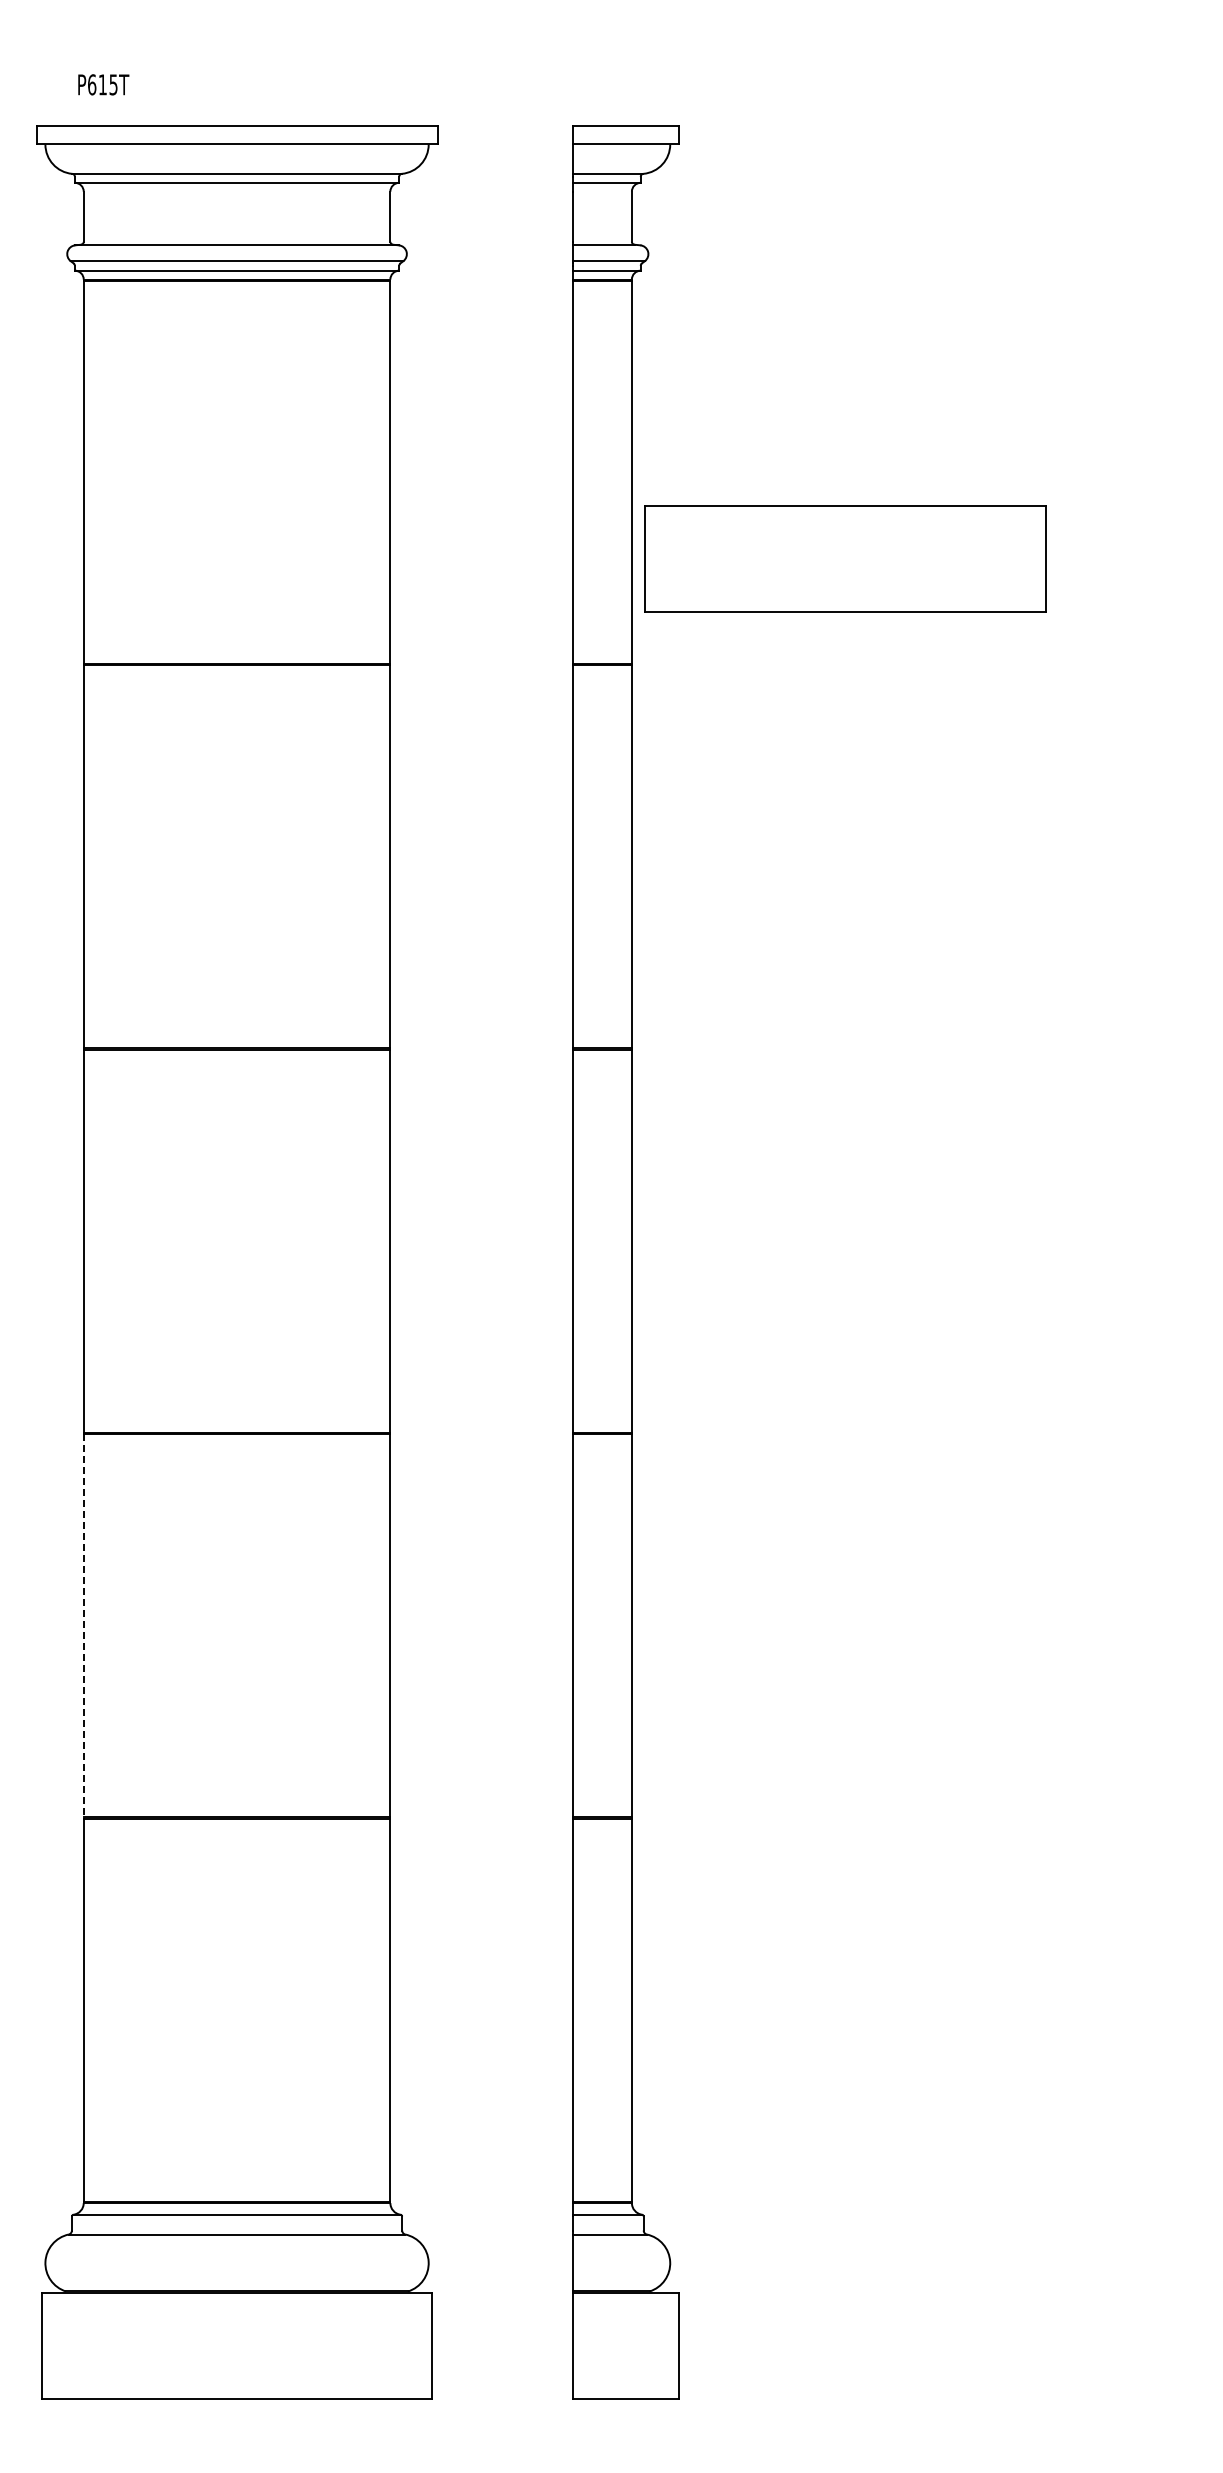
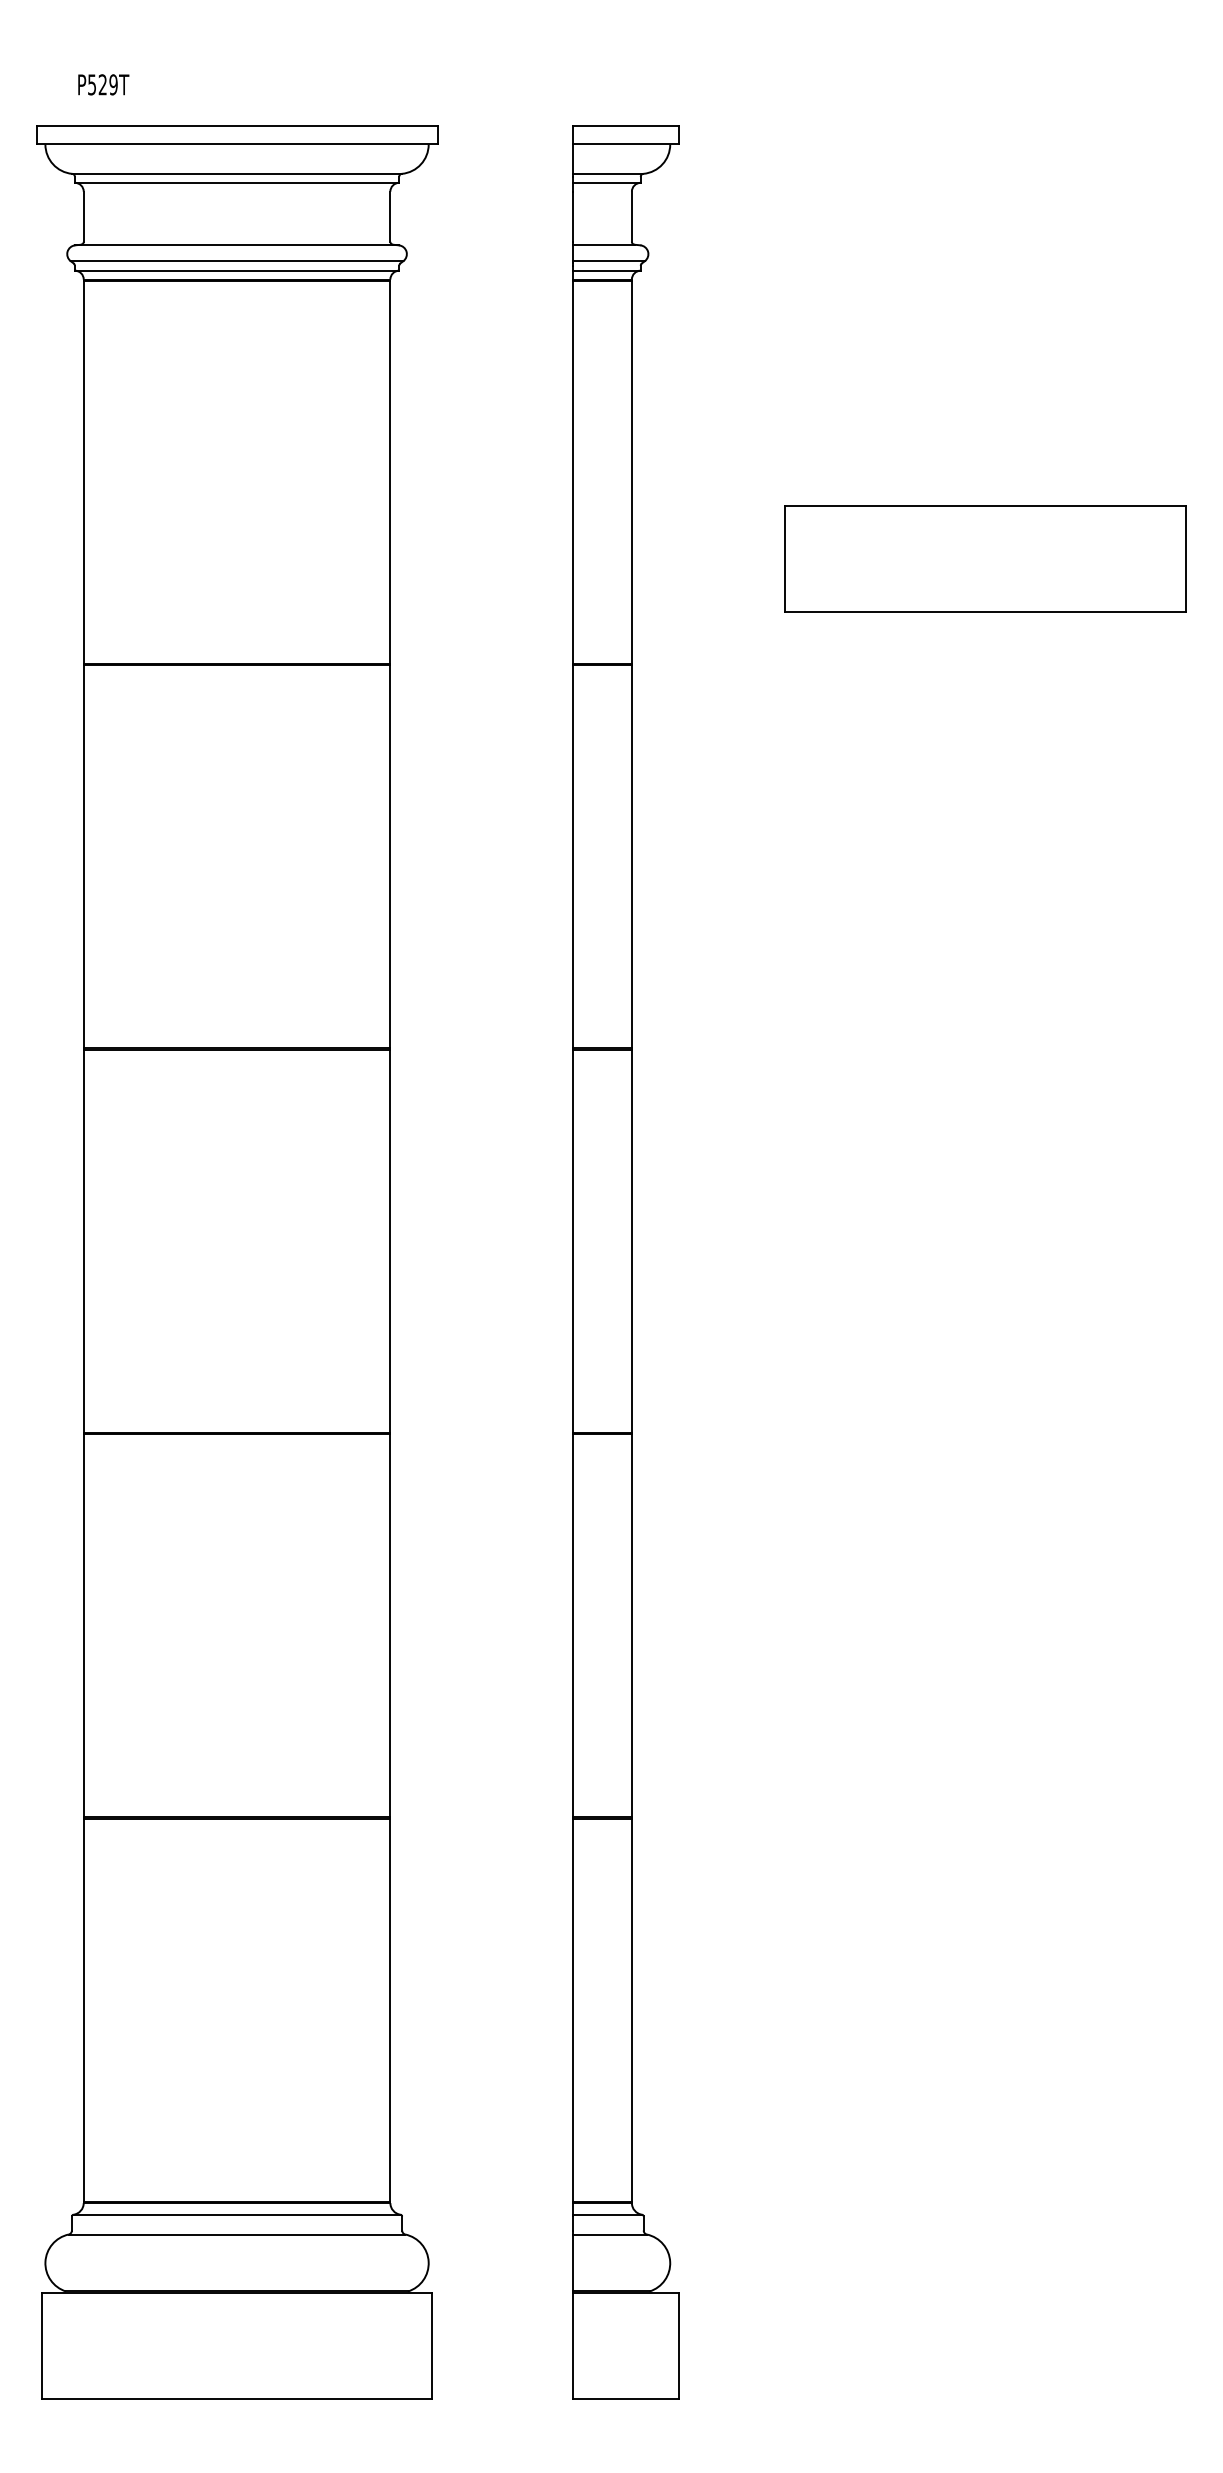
text at (102, 84): P615T -> P529T
part at (845, 558) position: (845, 558) -> (985, 558)
line at (83, 1625): dashed -> solid
